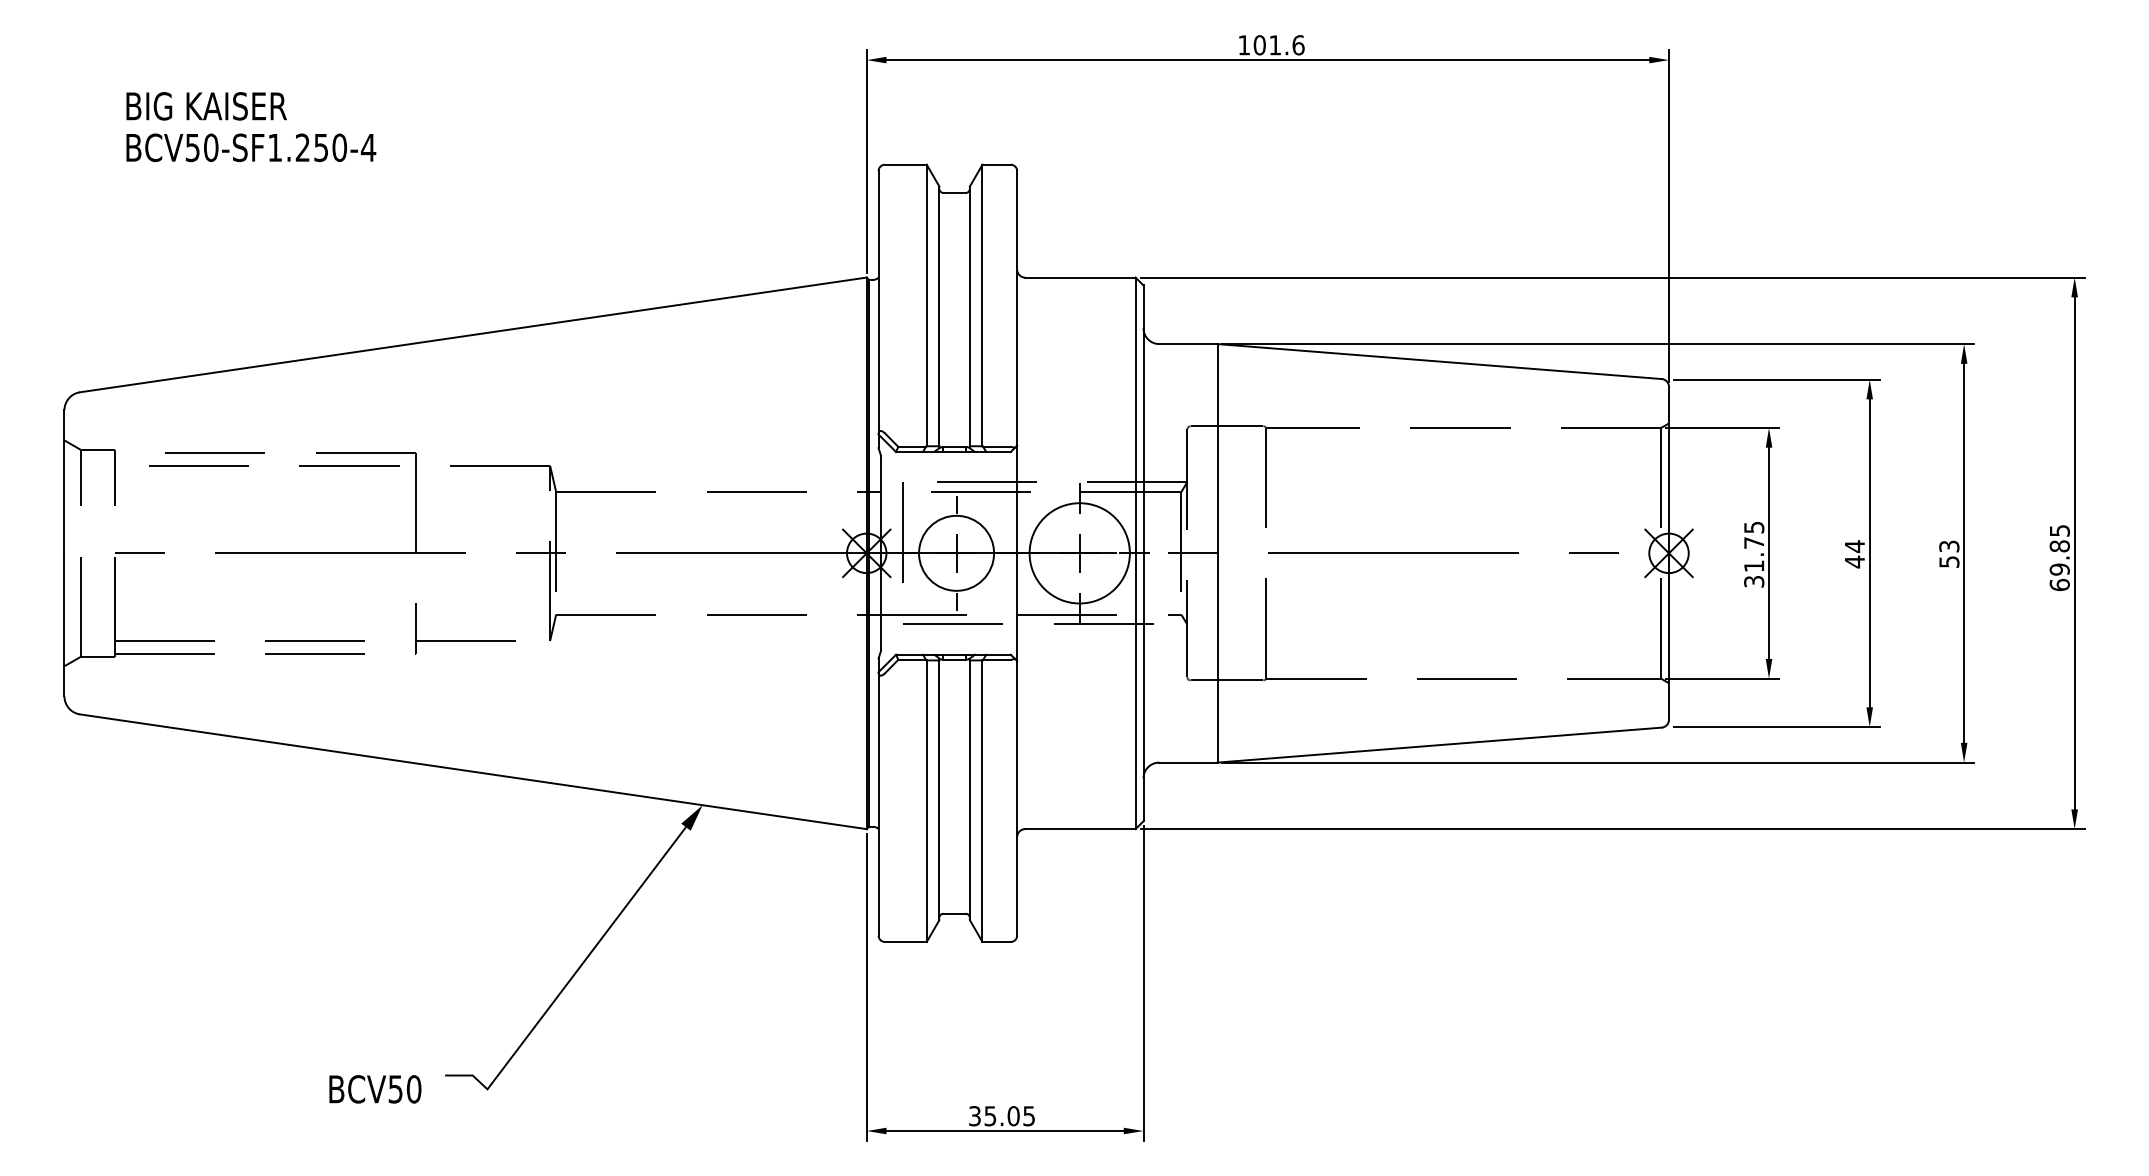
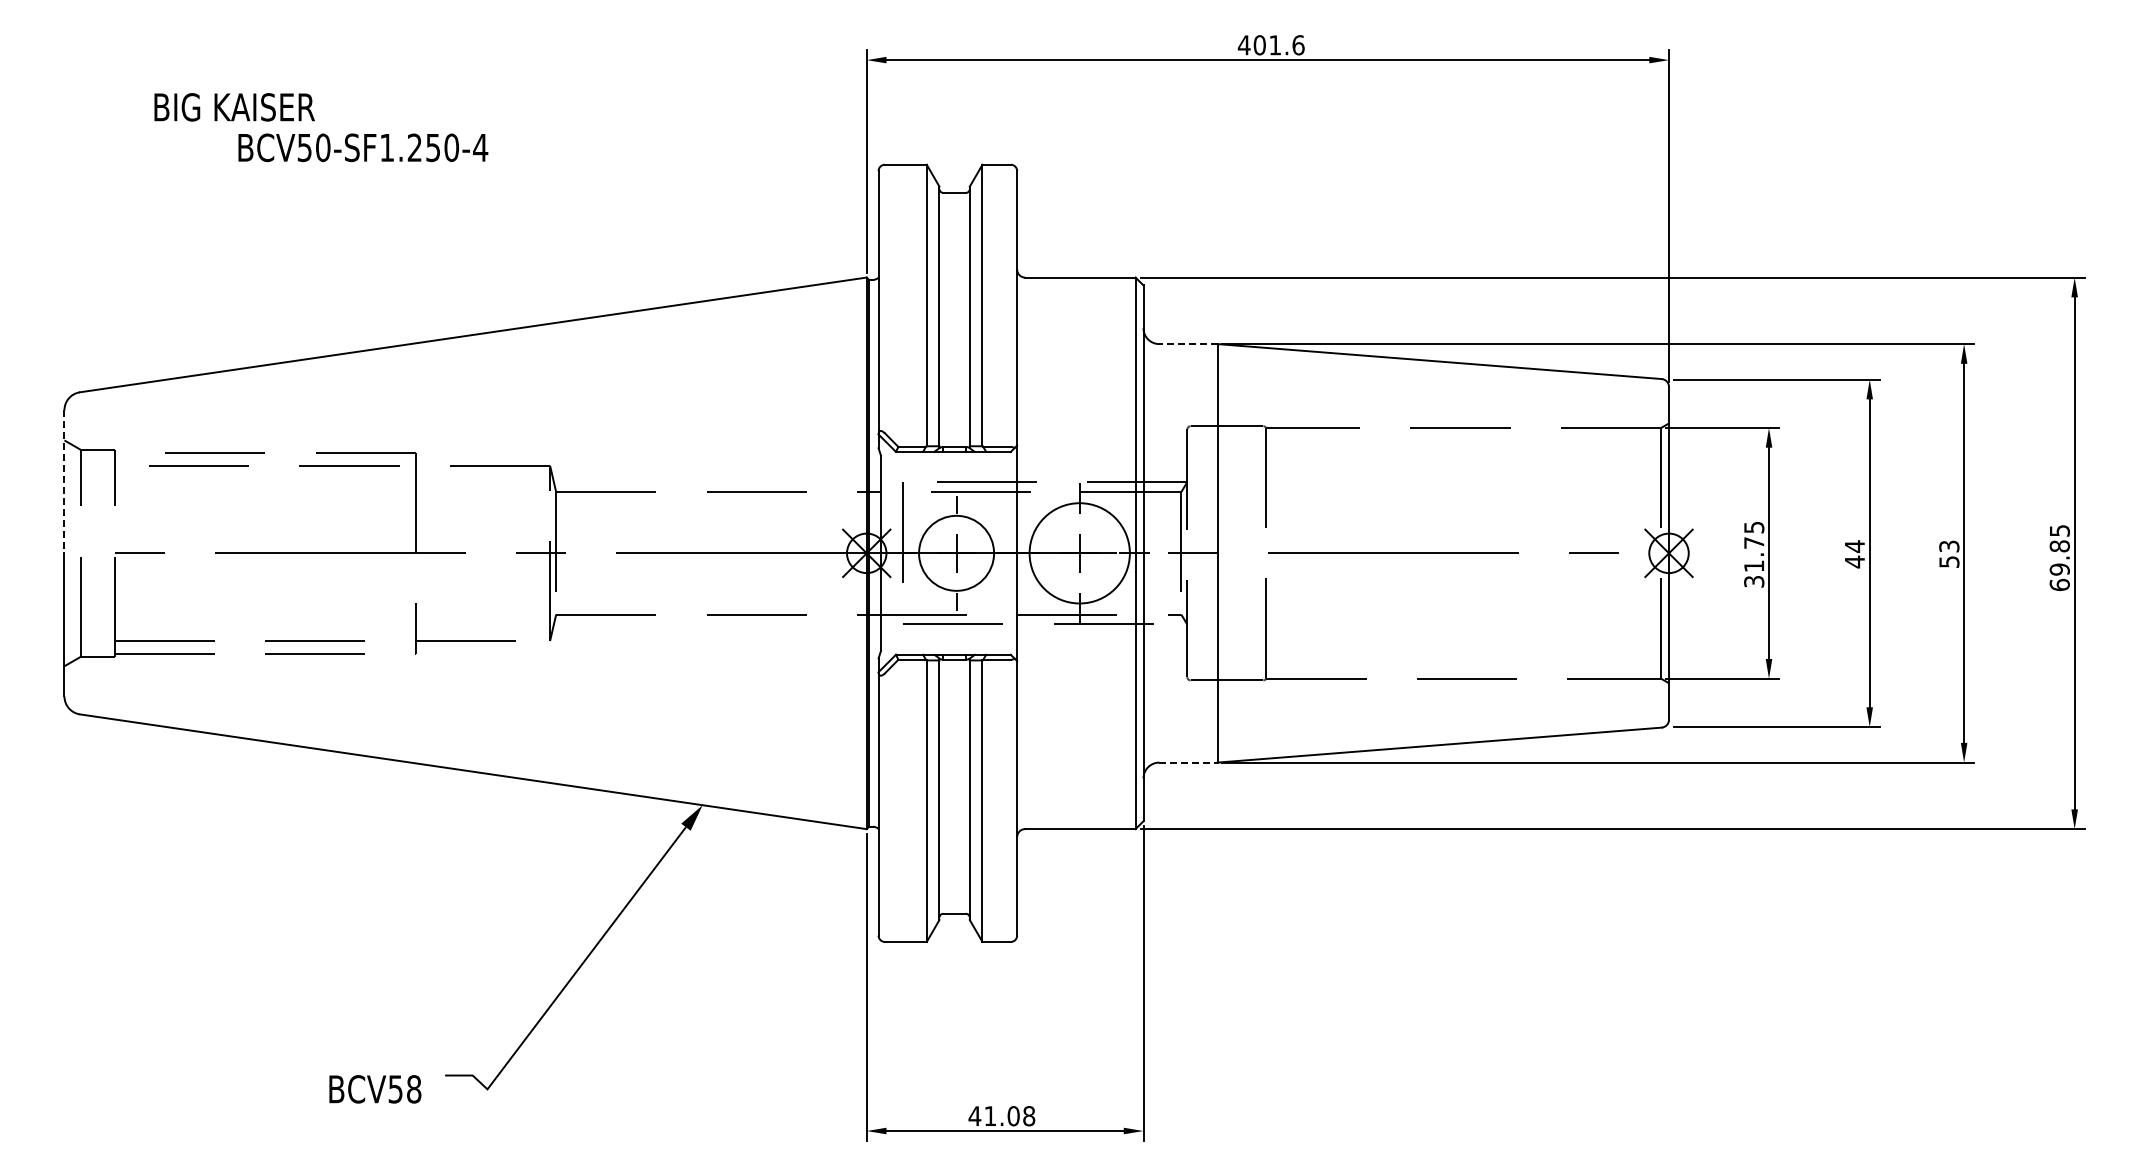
text at (1243, 45): 101.6 -> 401.6
text at (206, 106) position: (206, 106) -> (234, 107)
text at (251, 147) position: (251, 147) -> (363, 147)
line at (1187, 344): solid -> dashed
line at (64, 481): solid -> dashed
line at (1188, 762): solid -> dashed
text at (414, 1089): BCV50 -> BCV58
text at (1001, 1116): 35.05 -> 41.08
